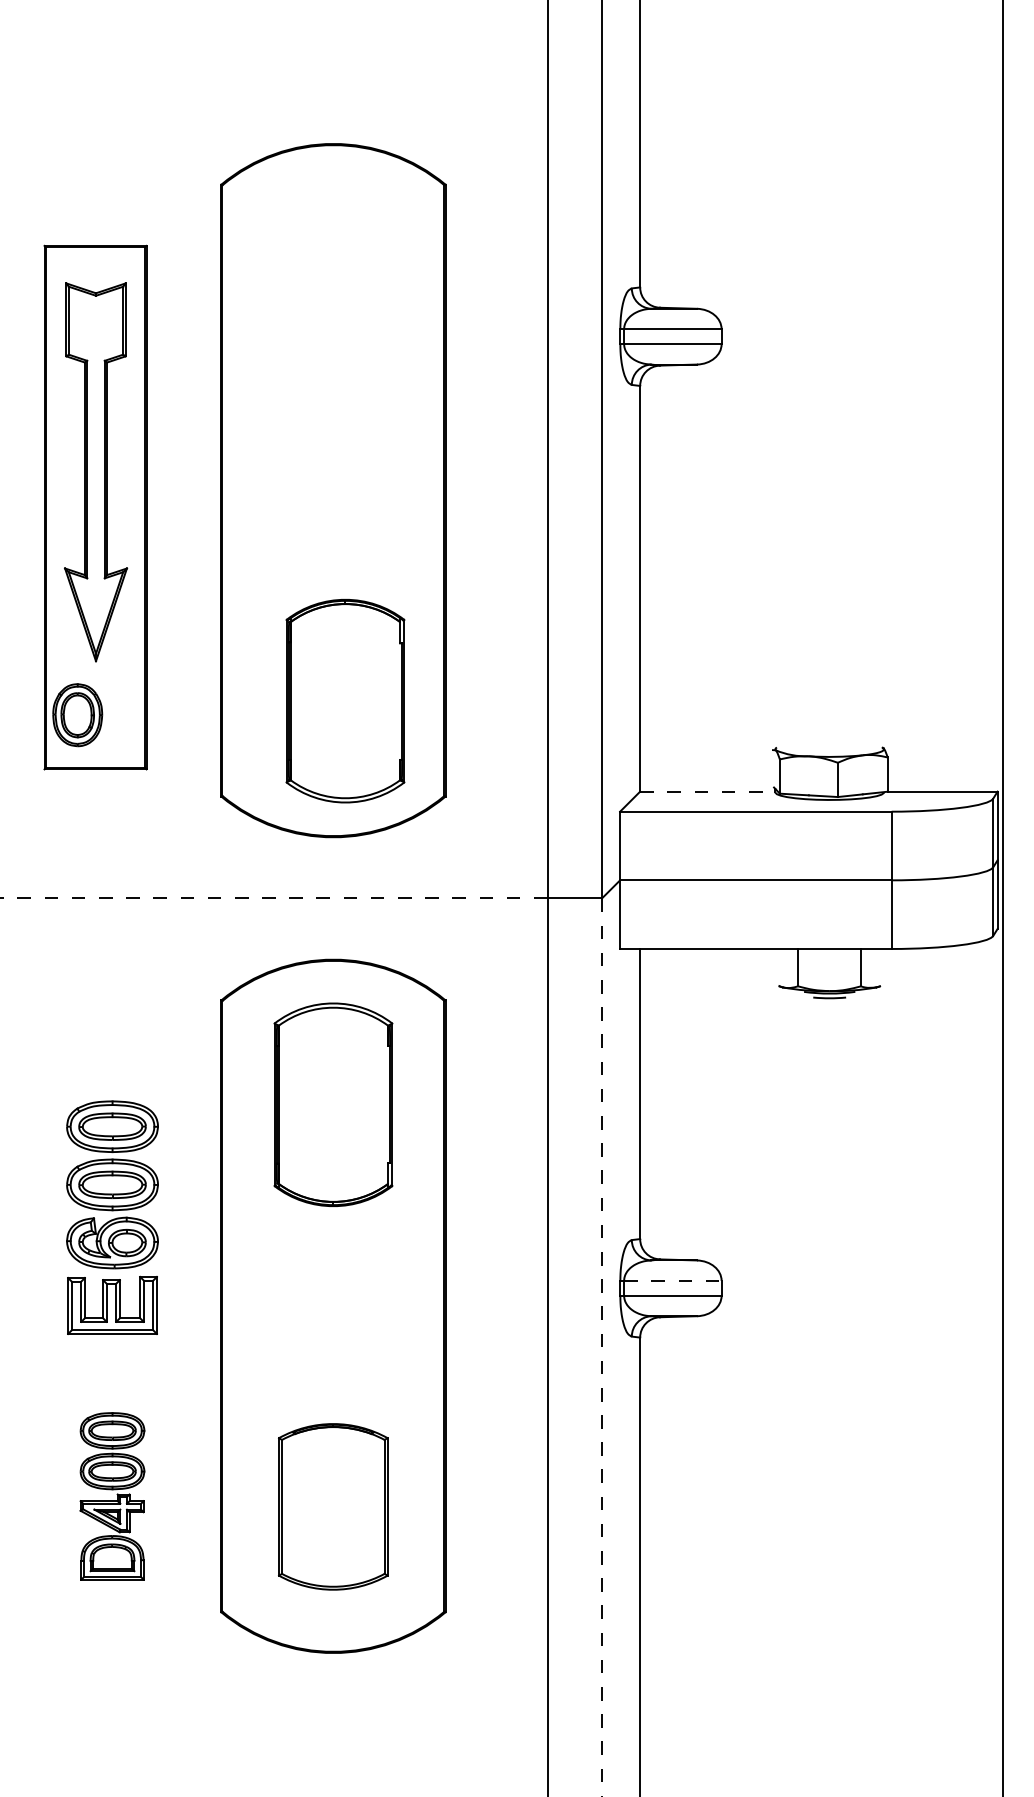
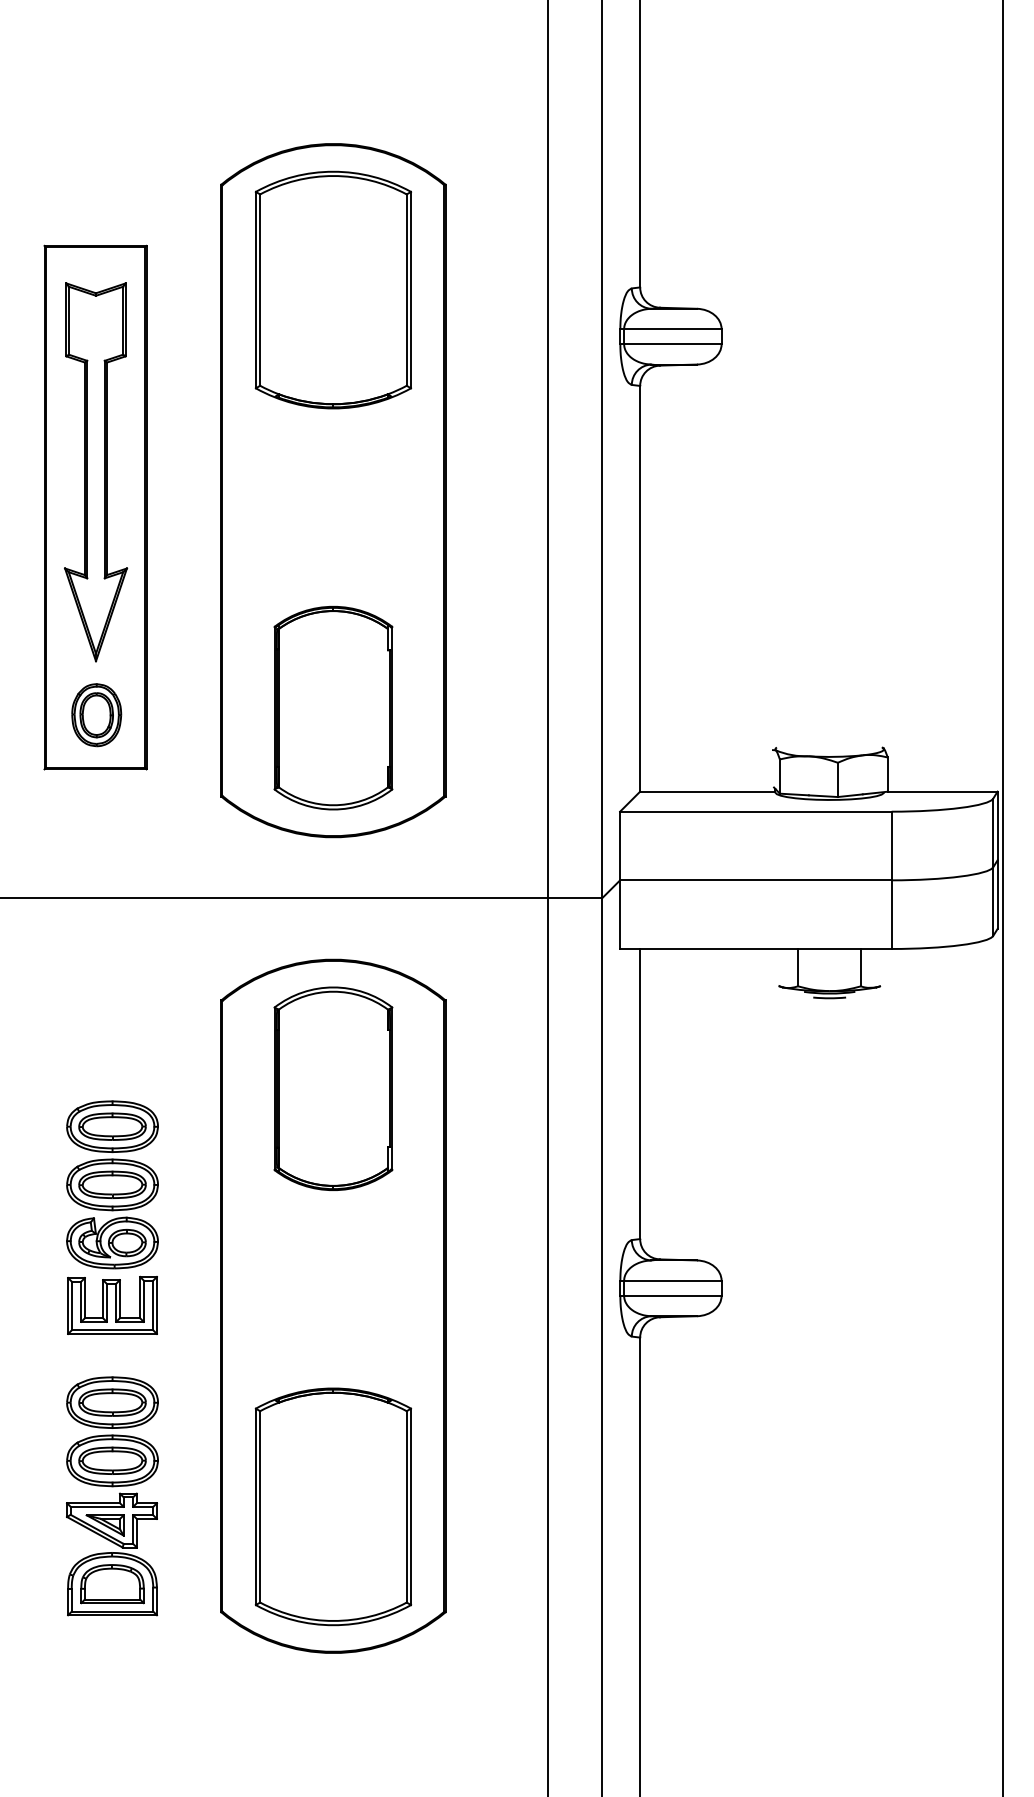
part at (332, 289): none -> present
part at (345, 701) position: (345, 701) -> (333, 708)
part at (77, 715) position: (77, 715) -> (96, 715)
line at (707, 791): dashed -> solid
line at (273, 898): dashed -> solid
part at (333, 1104) position: (333, 1104) -> (333, 1088)
line at (672, 1280): dashed -> solid
line at (601, 1347): dashed -> solid
part at (112, 1496) size: 67x169 px -> 93x241 px
part at (333, 1506) size: 111x168 px -> 158x240 px
